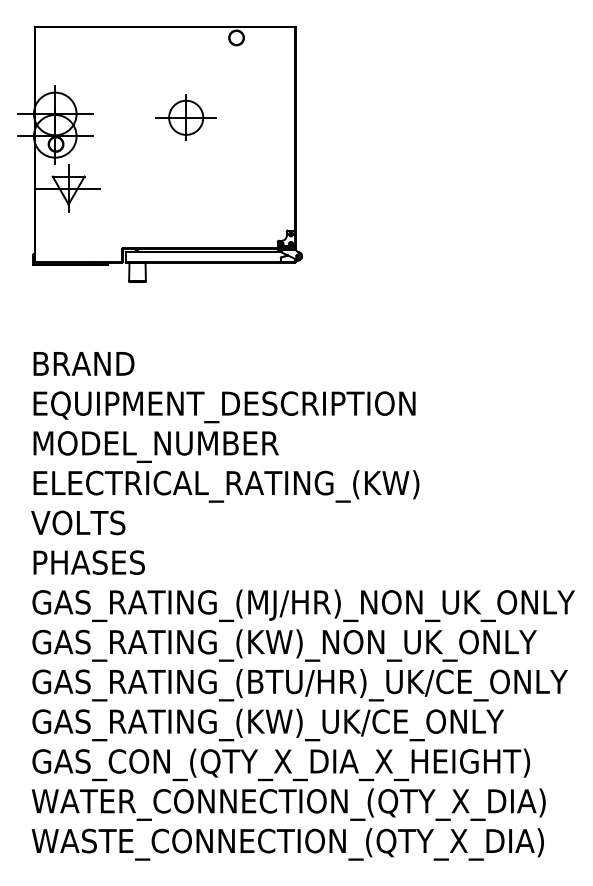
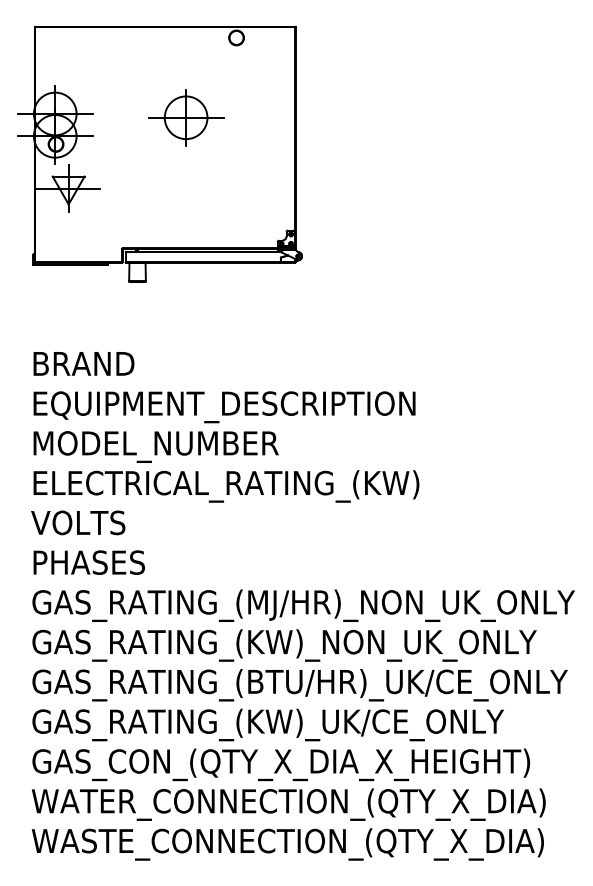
part at (185, 117) size: 62x47 px -> 77x58 px
